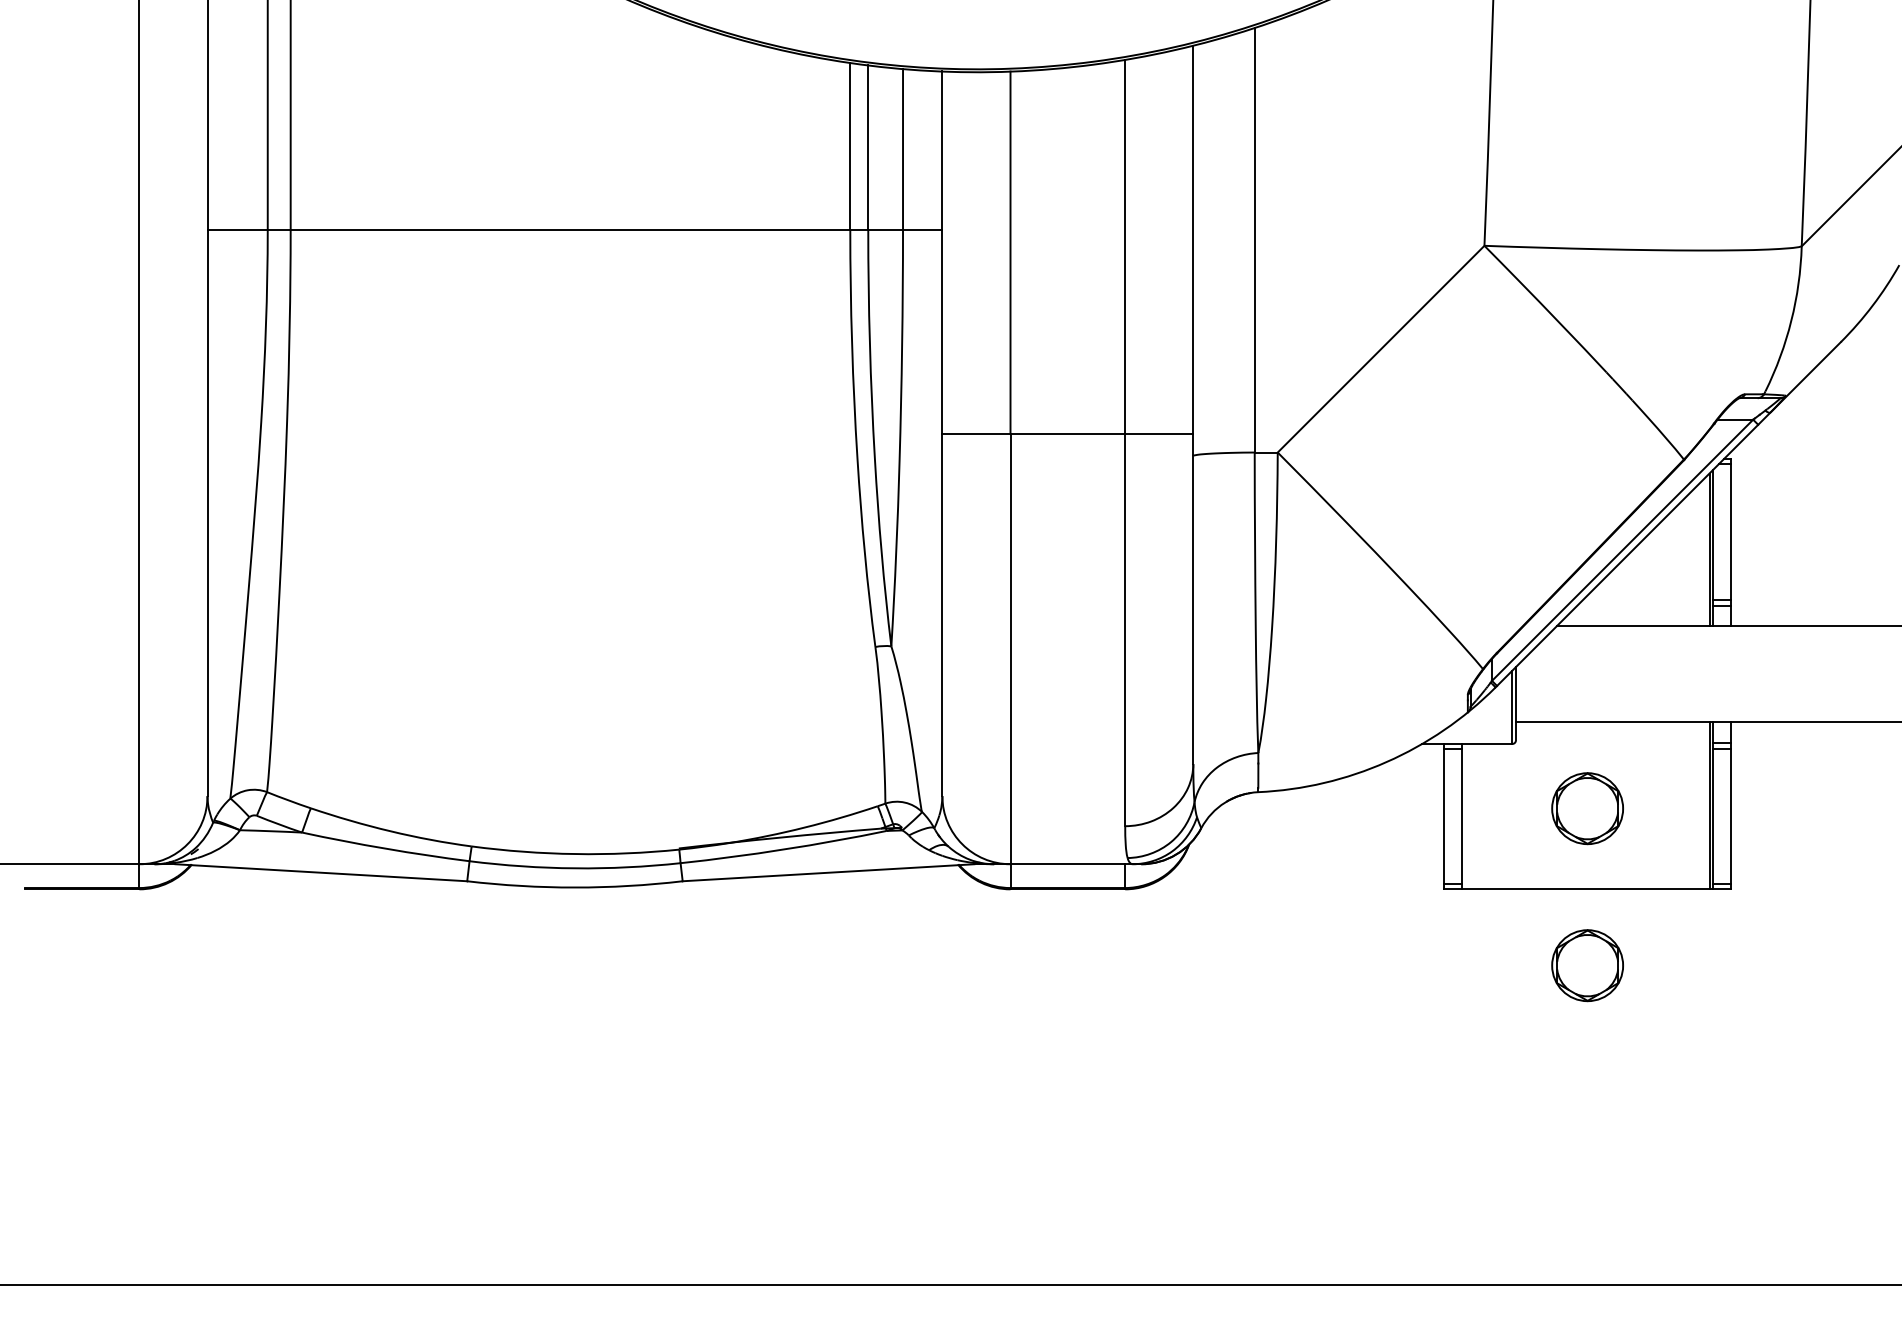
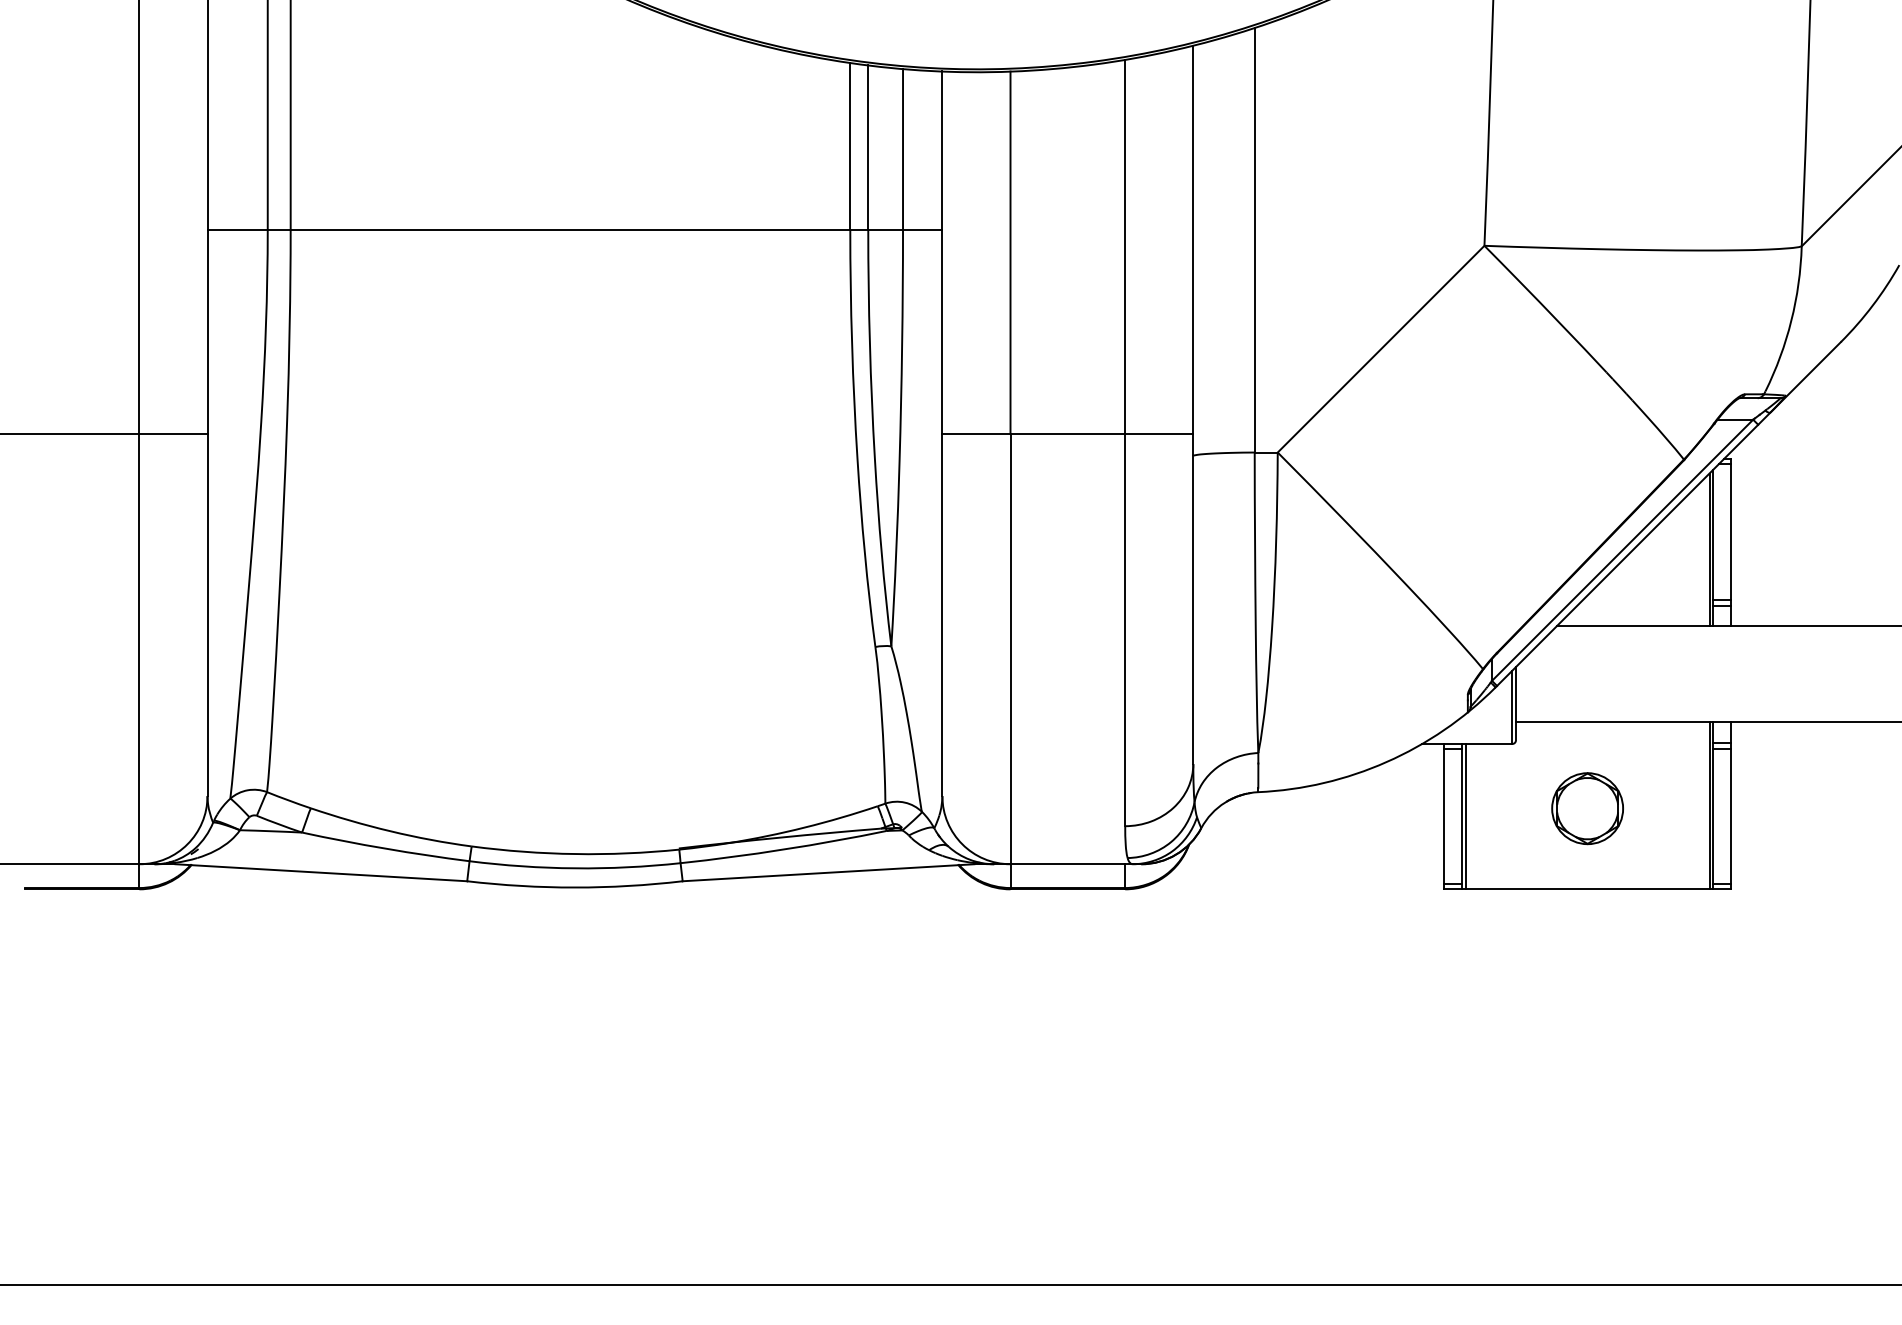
line at (104, 434): none -> present
line at (1465, 816): none -> present
part at (1587, 965): present -> none
